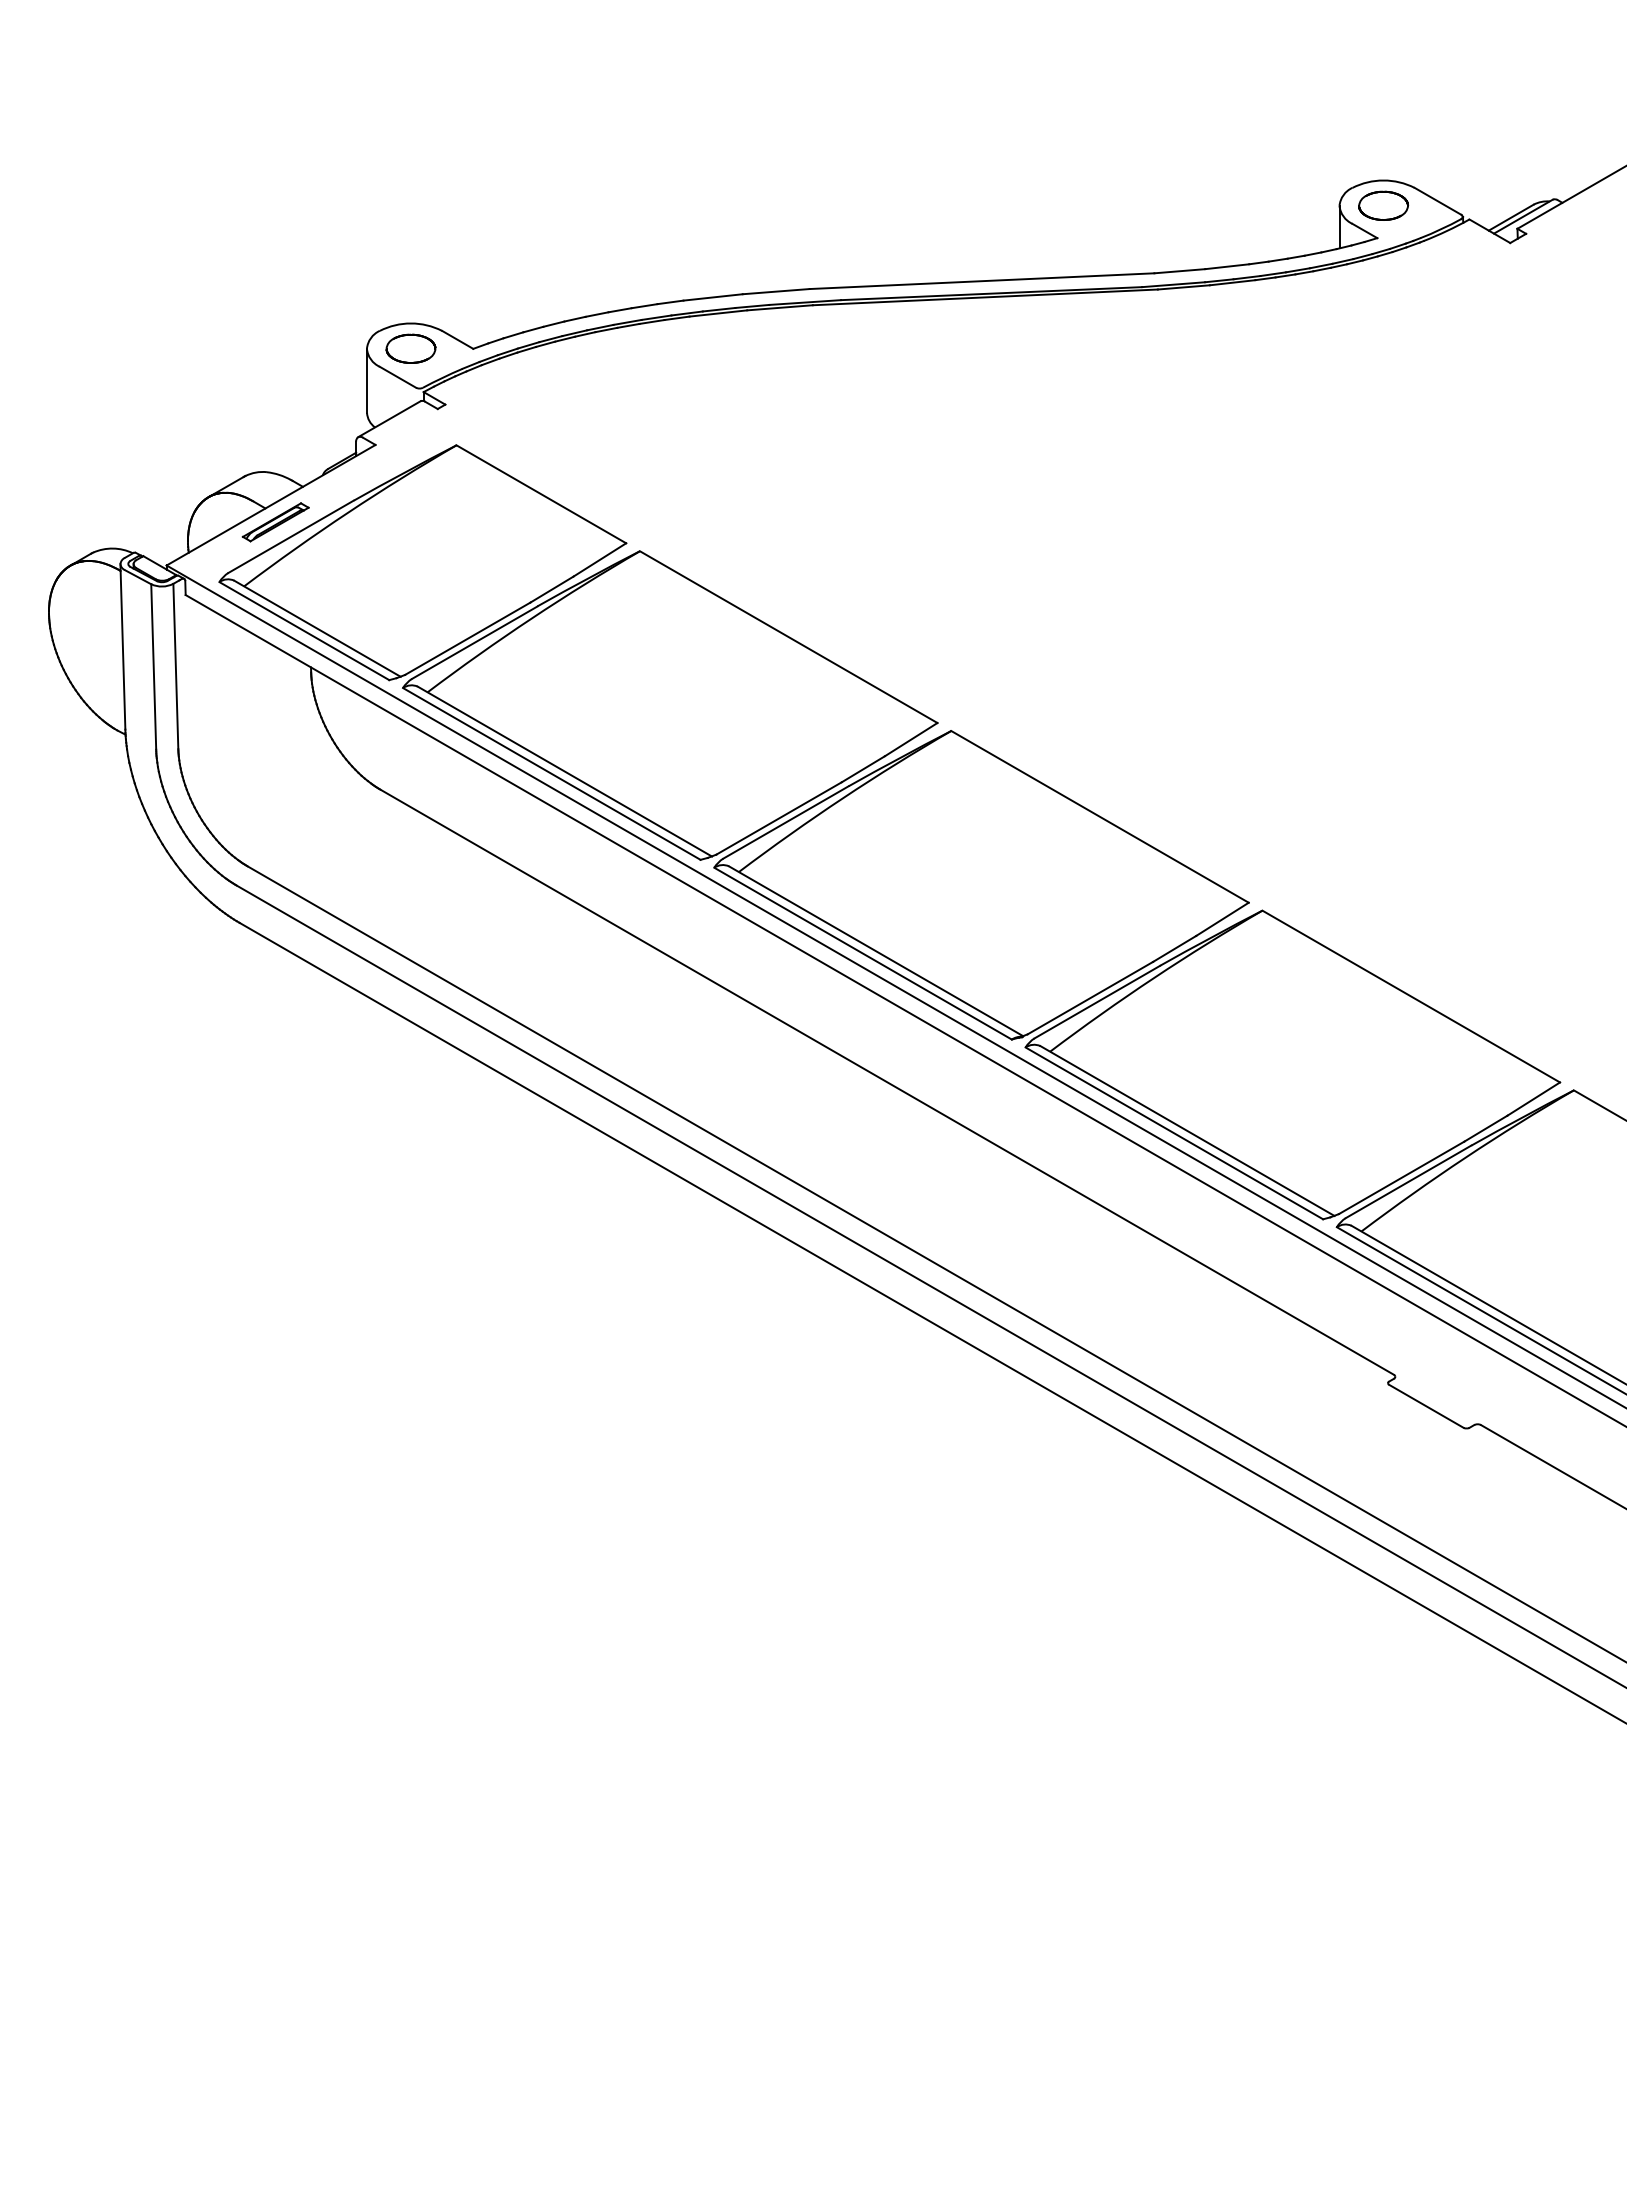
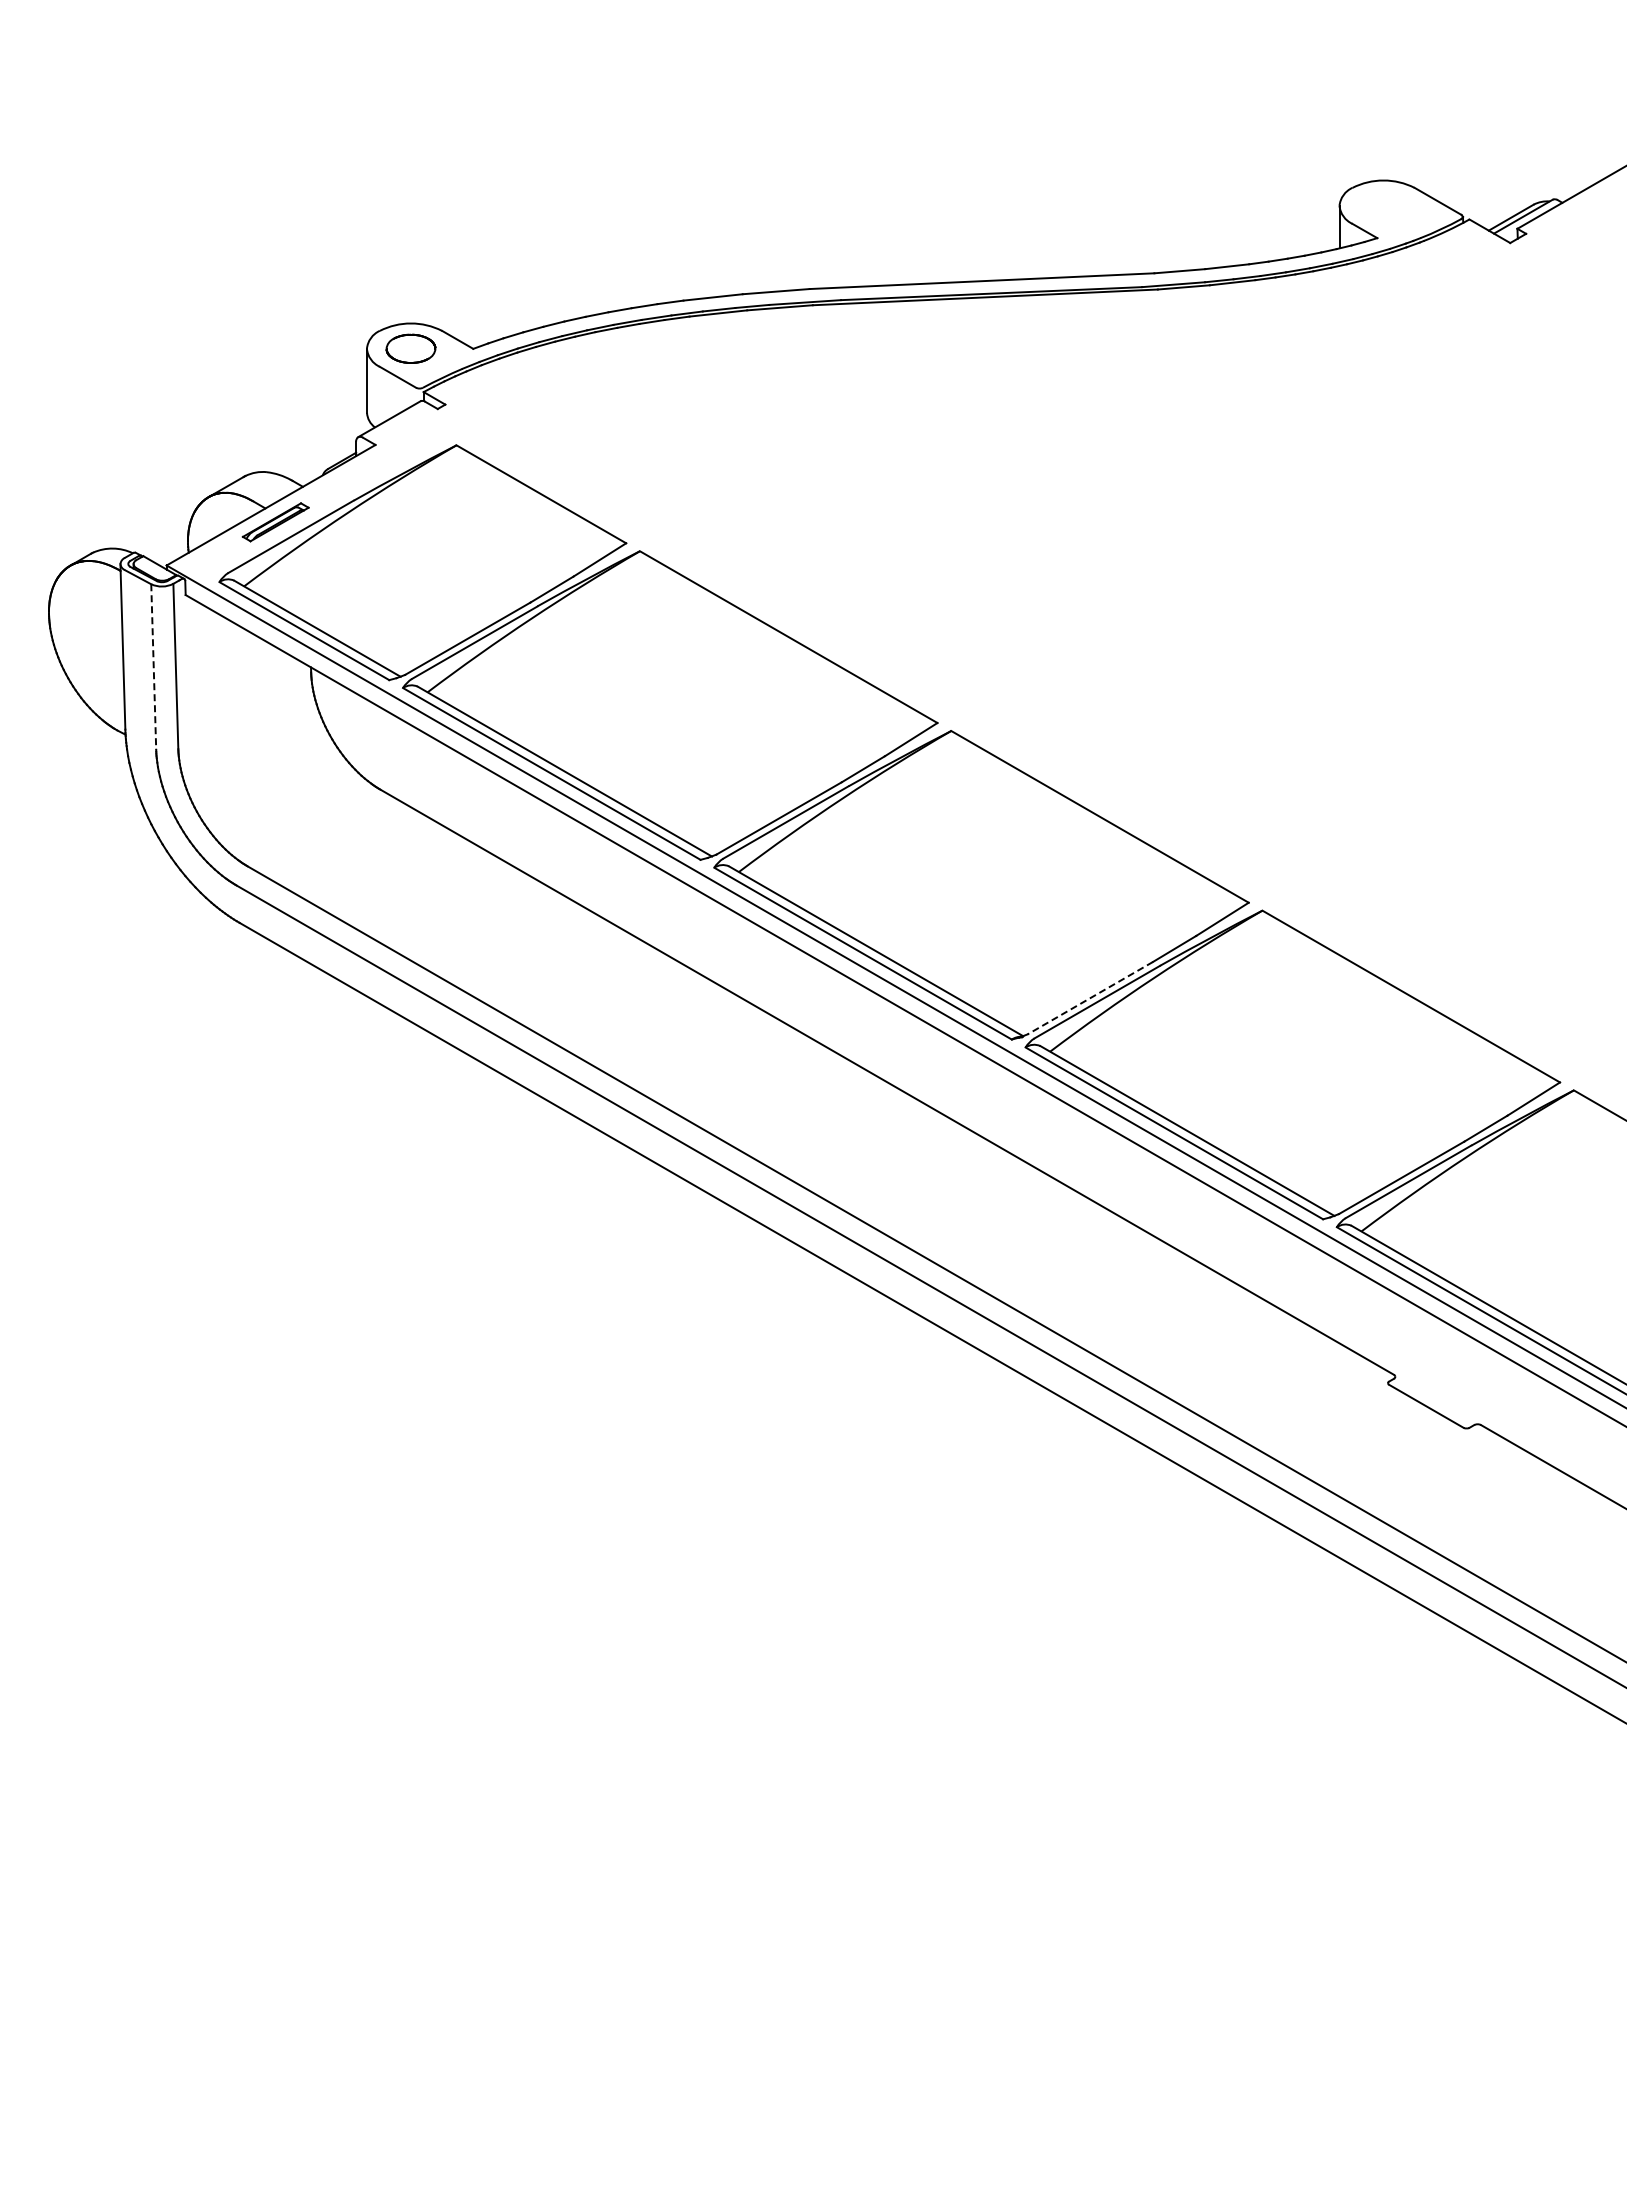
part at (1383, 205): present -> none
line at (153, 666): solid -> dashed
line at (1089, 998): solid -> dashed
